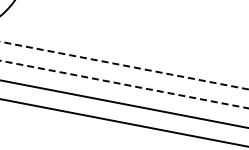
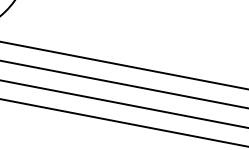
line at (125, 65): dashed -> solid
line at (124, 84): dashed -> solid
